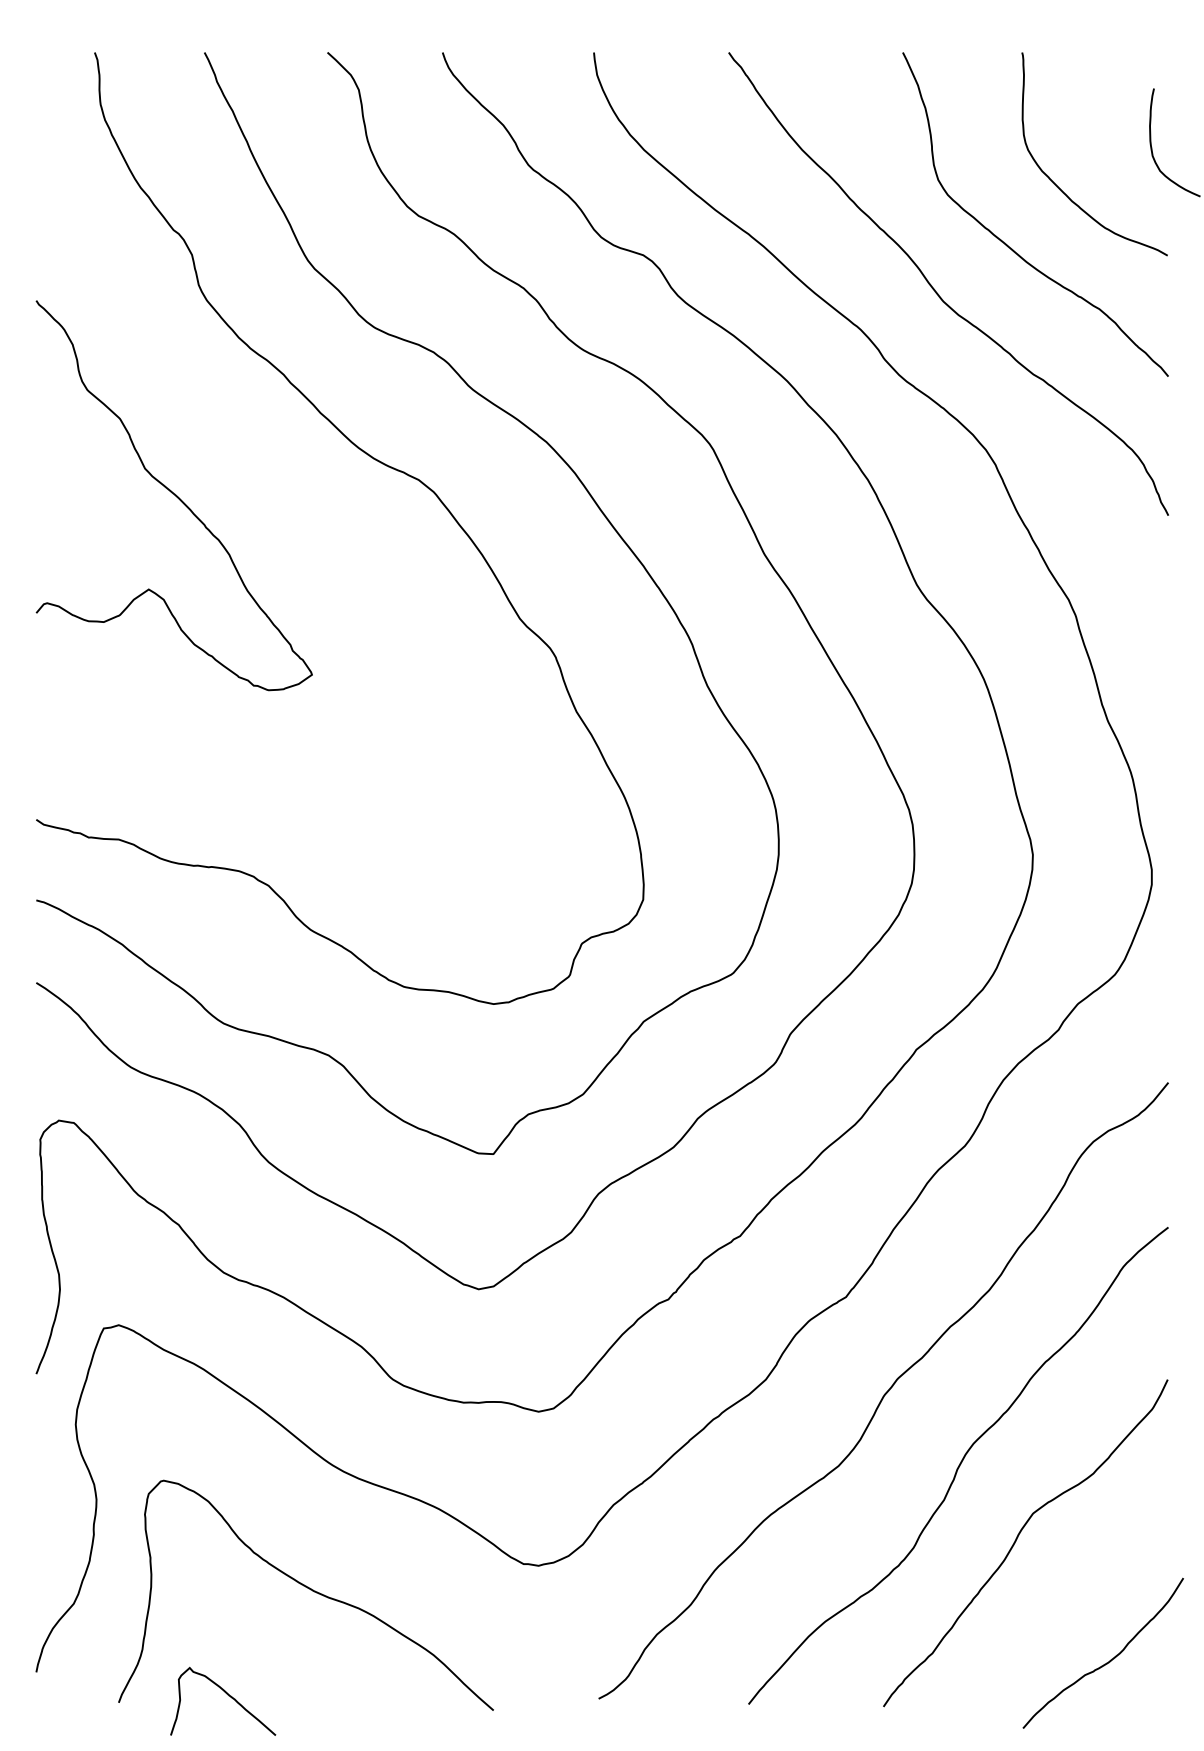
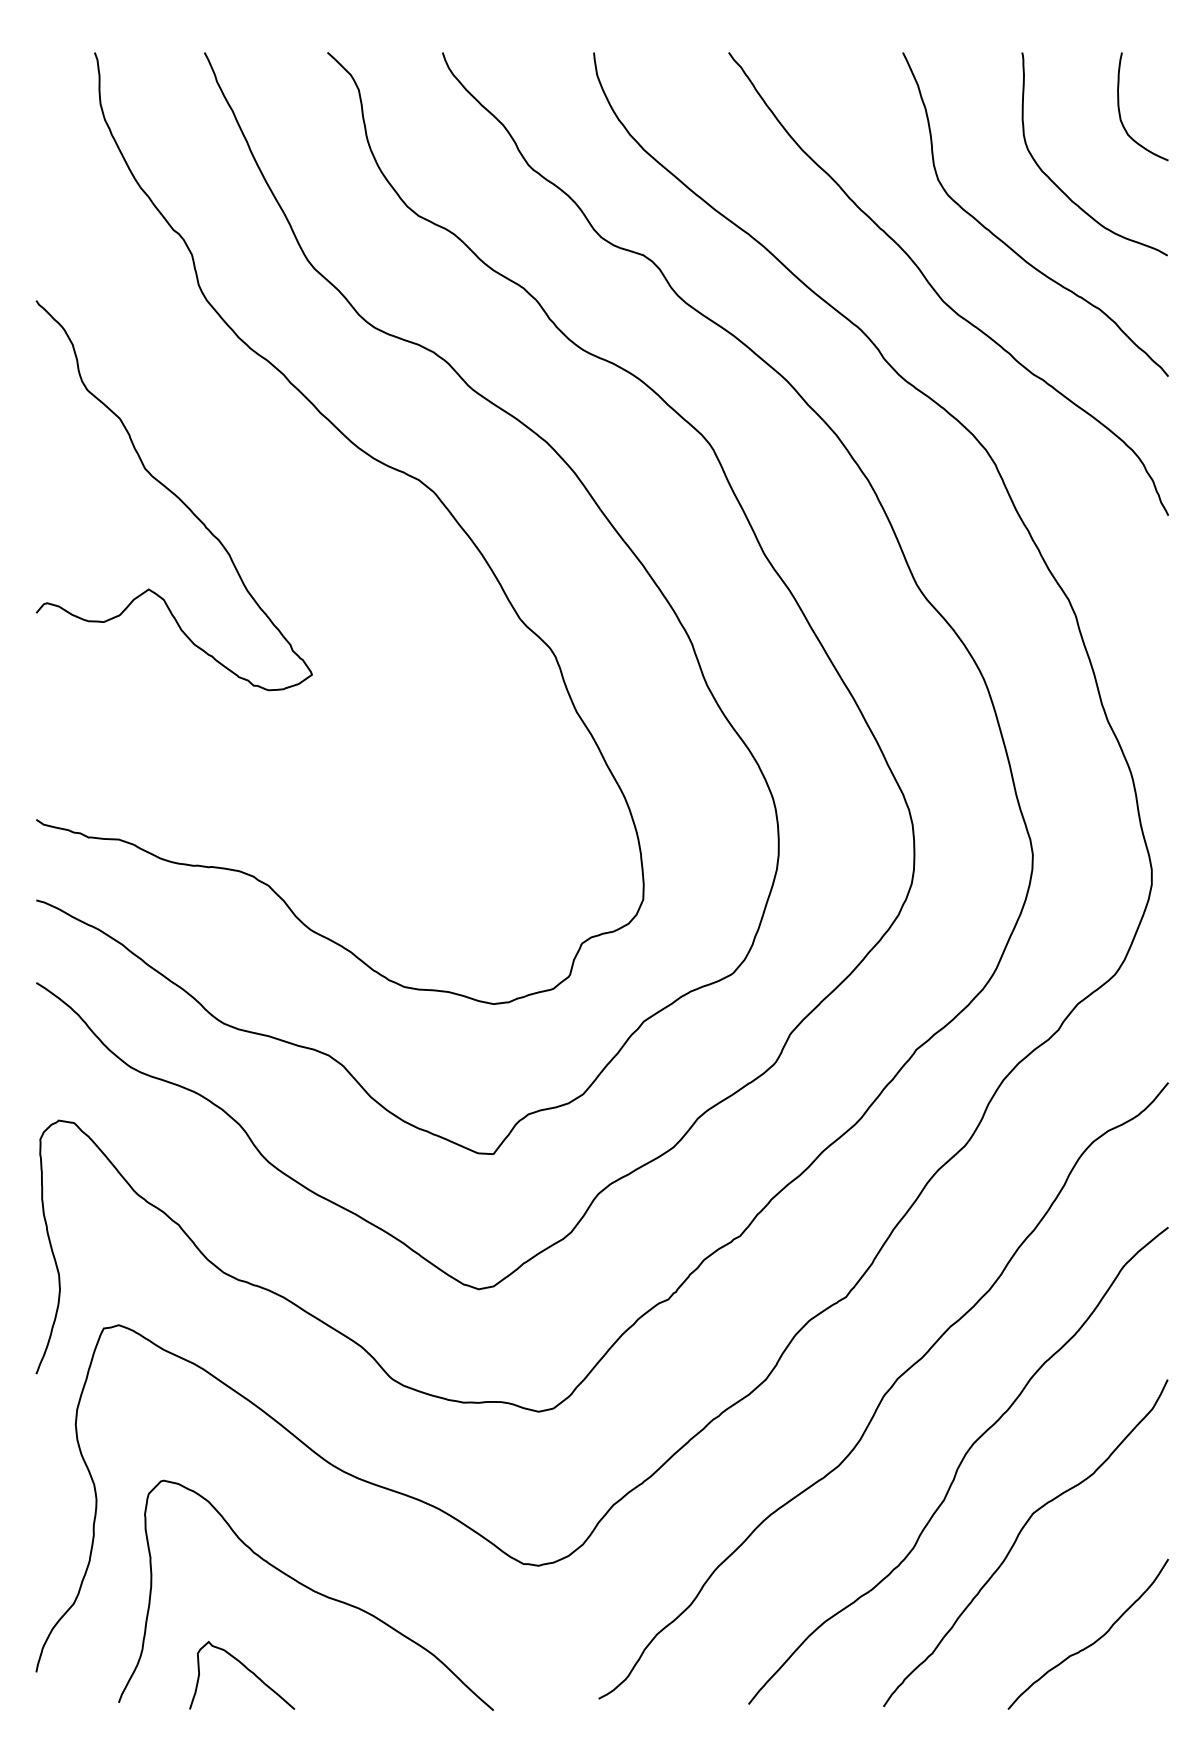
curve at (1152, 147) position: (1152, 147) -> (1120, 111)
curve at (1110, 1659) position: (1110, 1659) -> (1095, 1640)
curve at (227, 1695) position: (227, 1695) -> (246, 1669)
